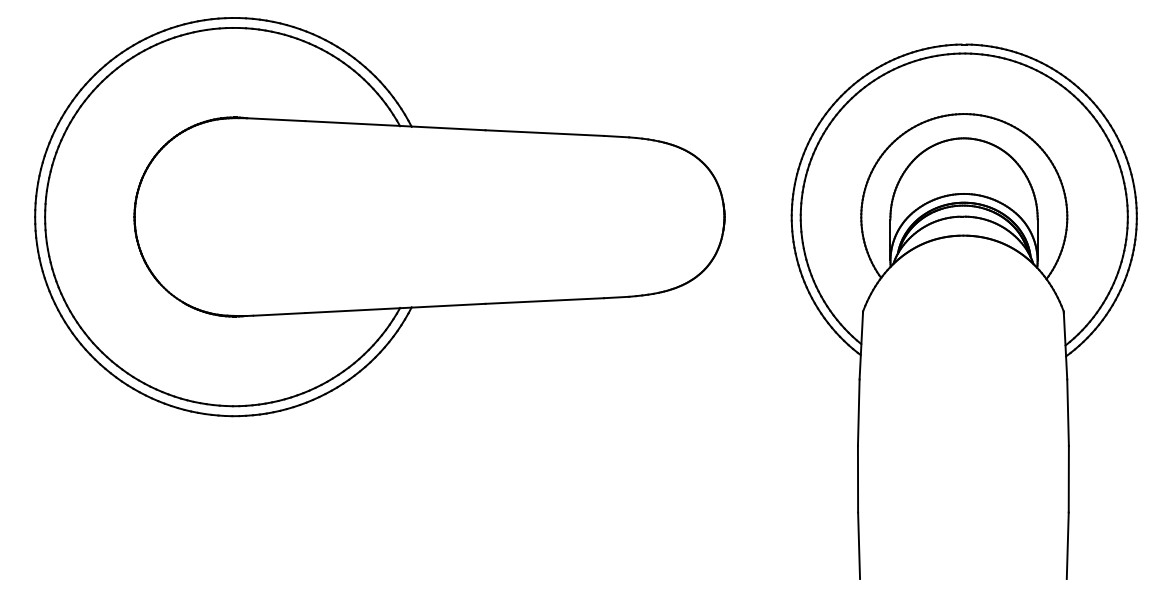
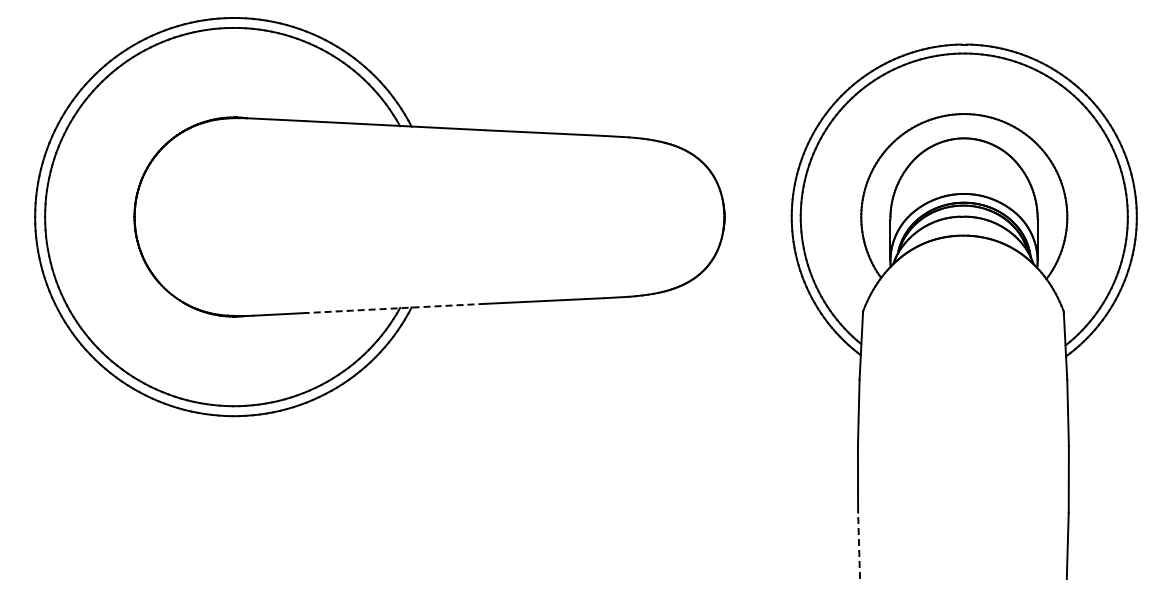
line at (394, 308): solid -> dashed
line at (859, 545): solid -> dashed
